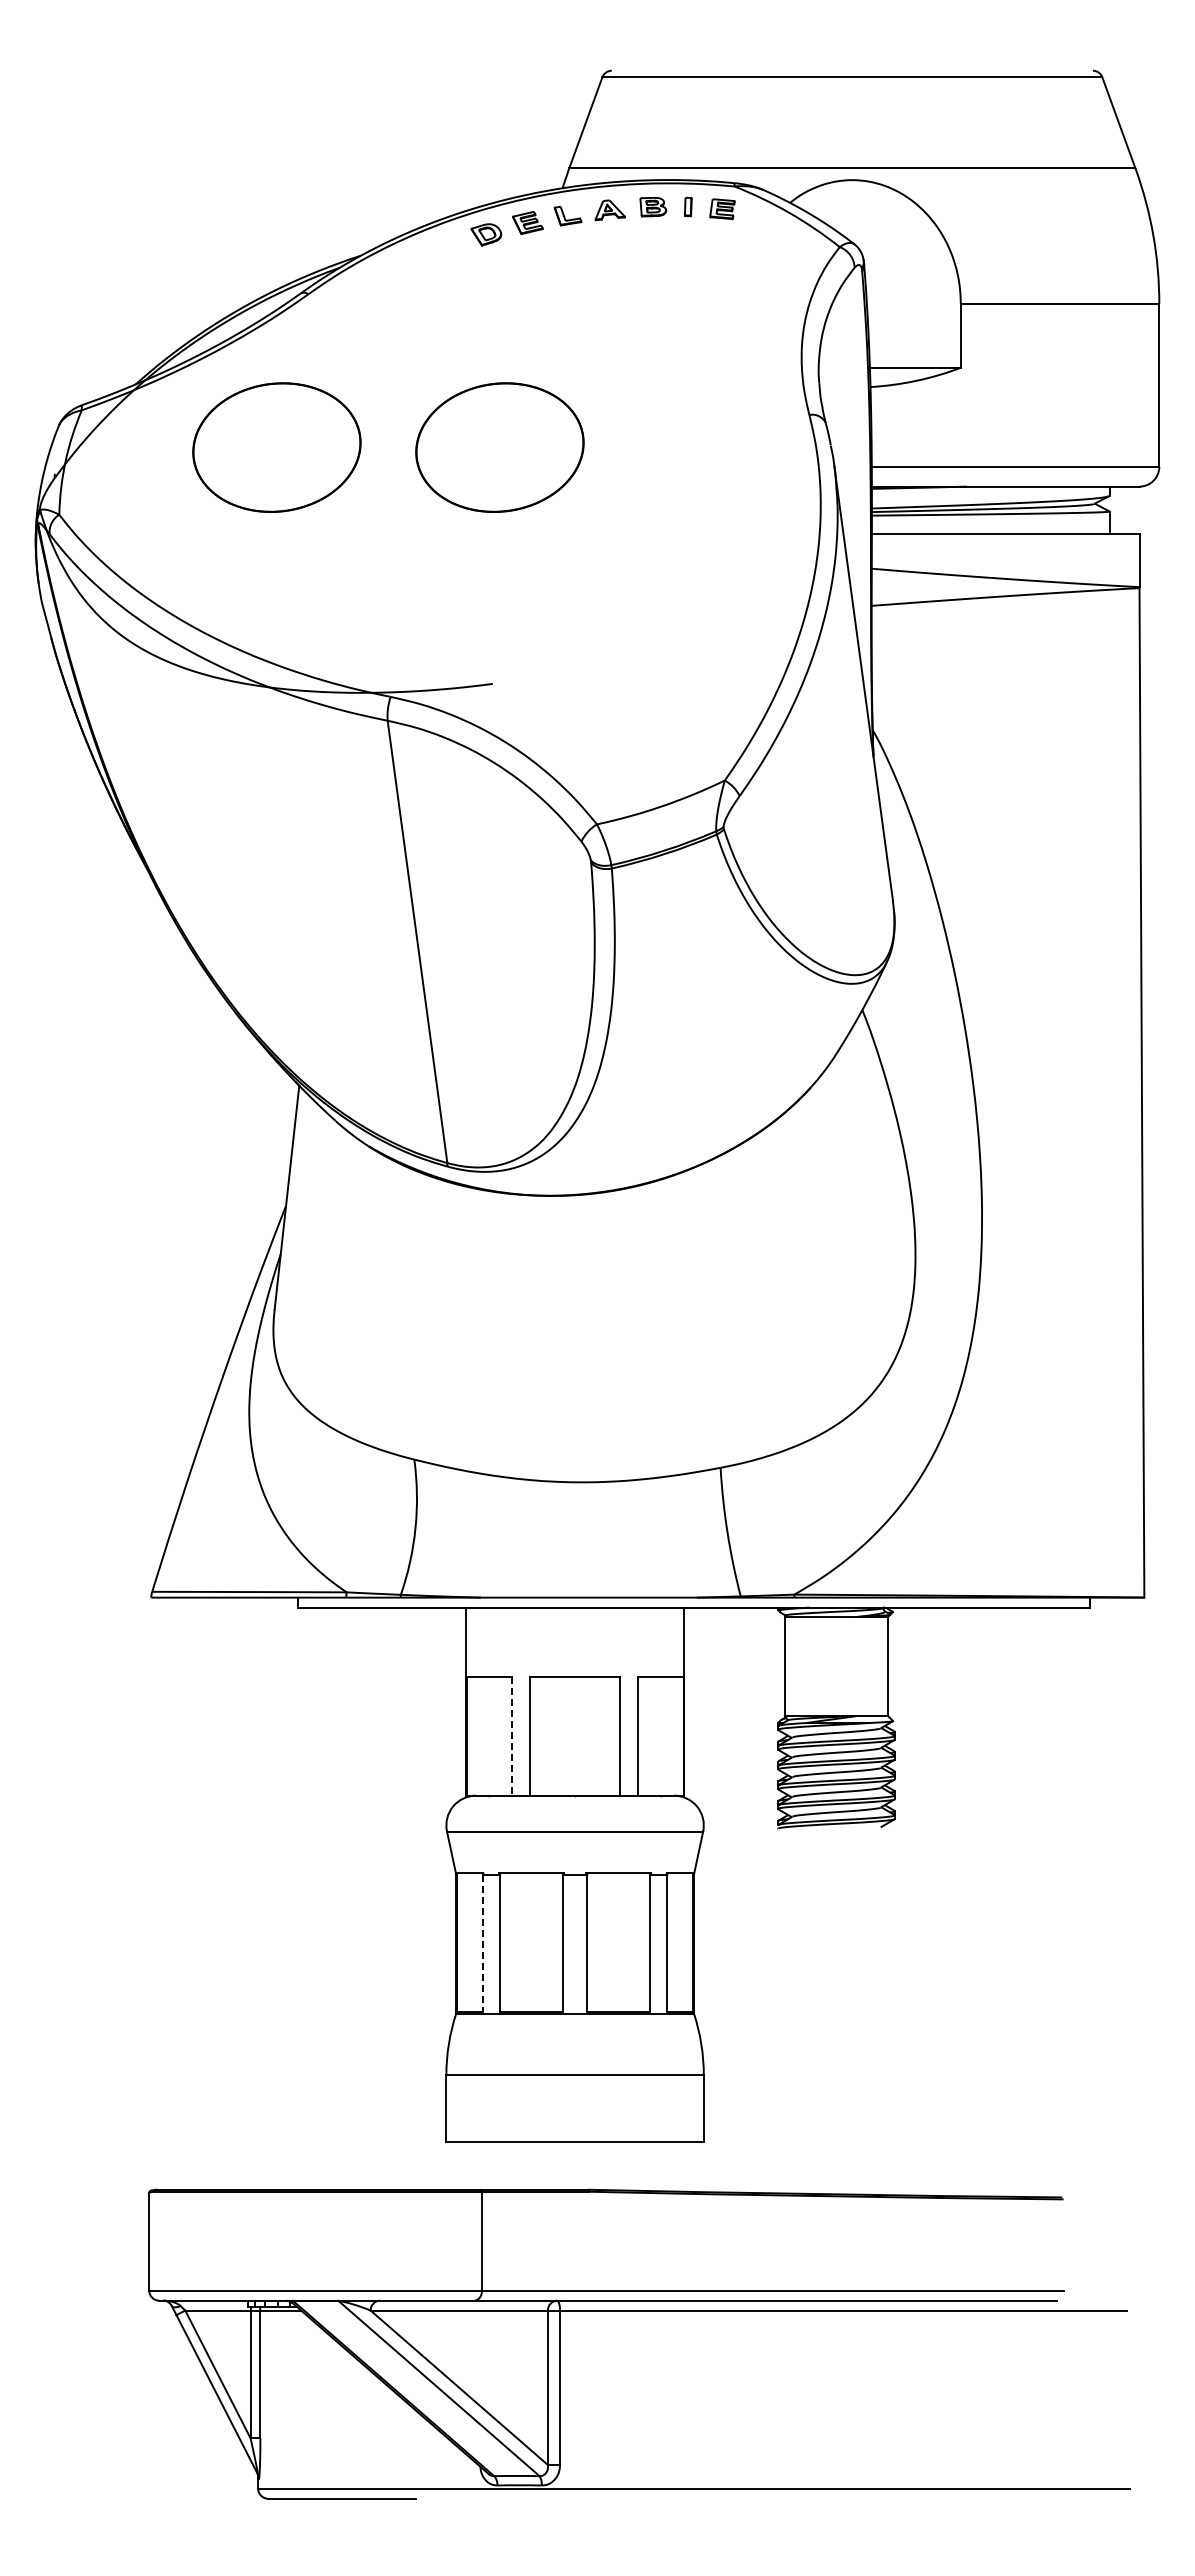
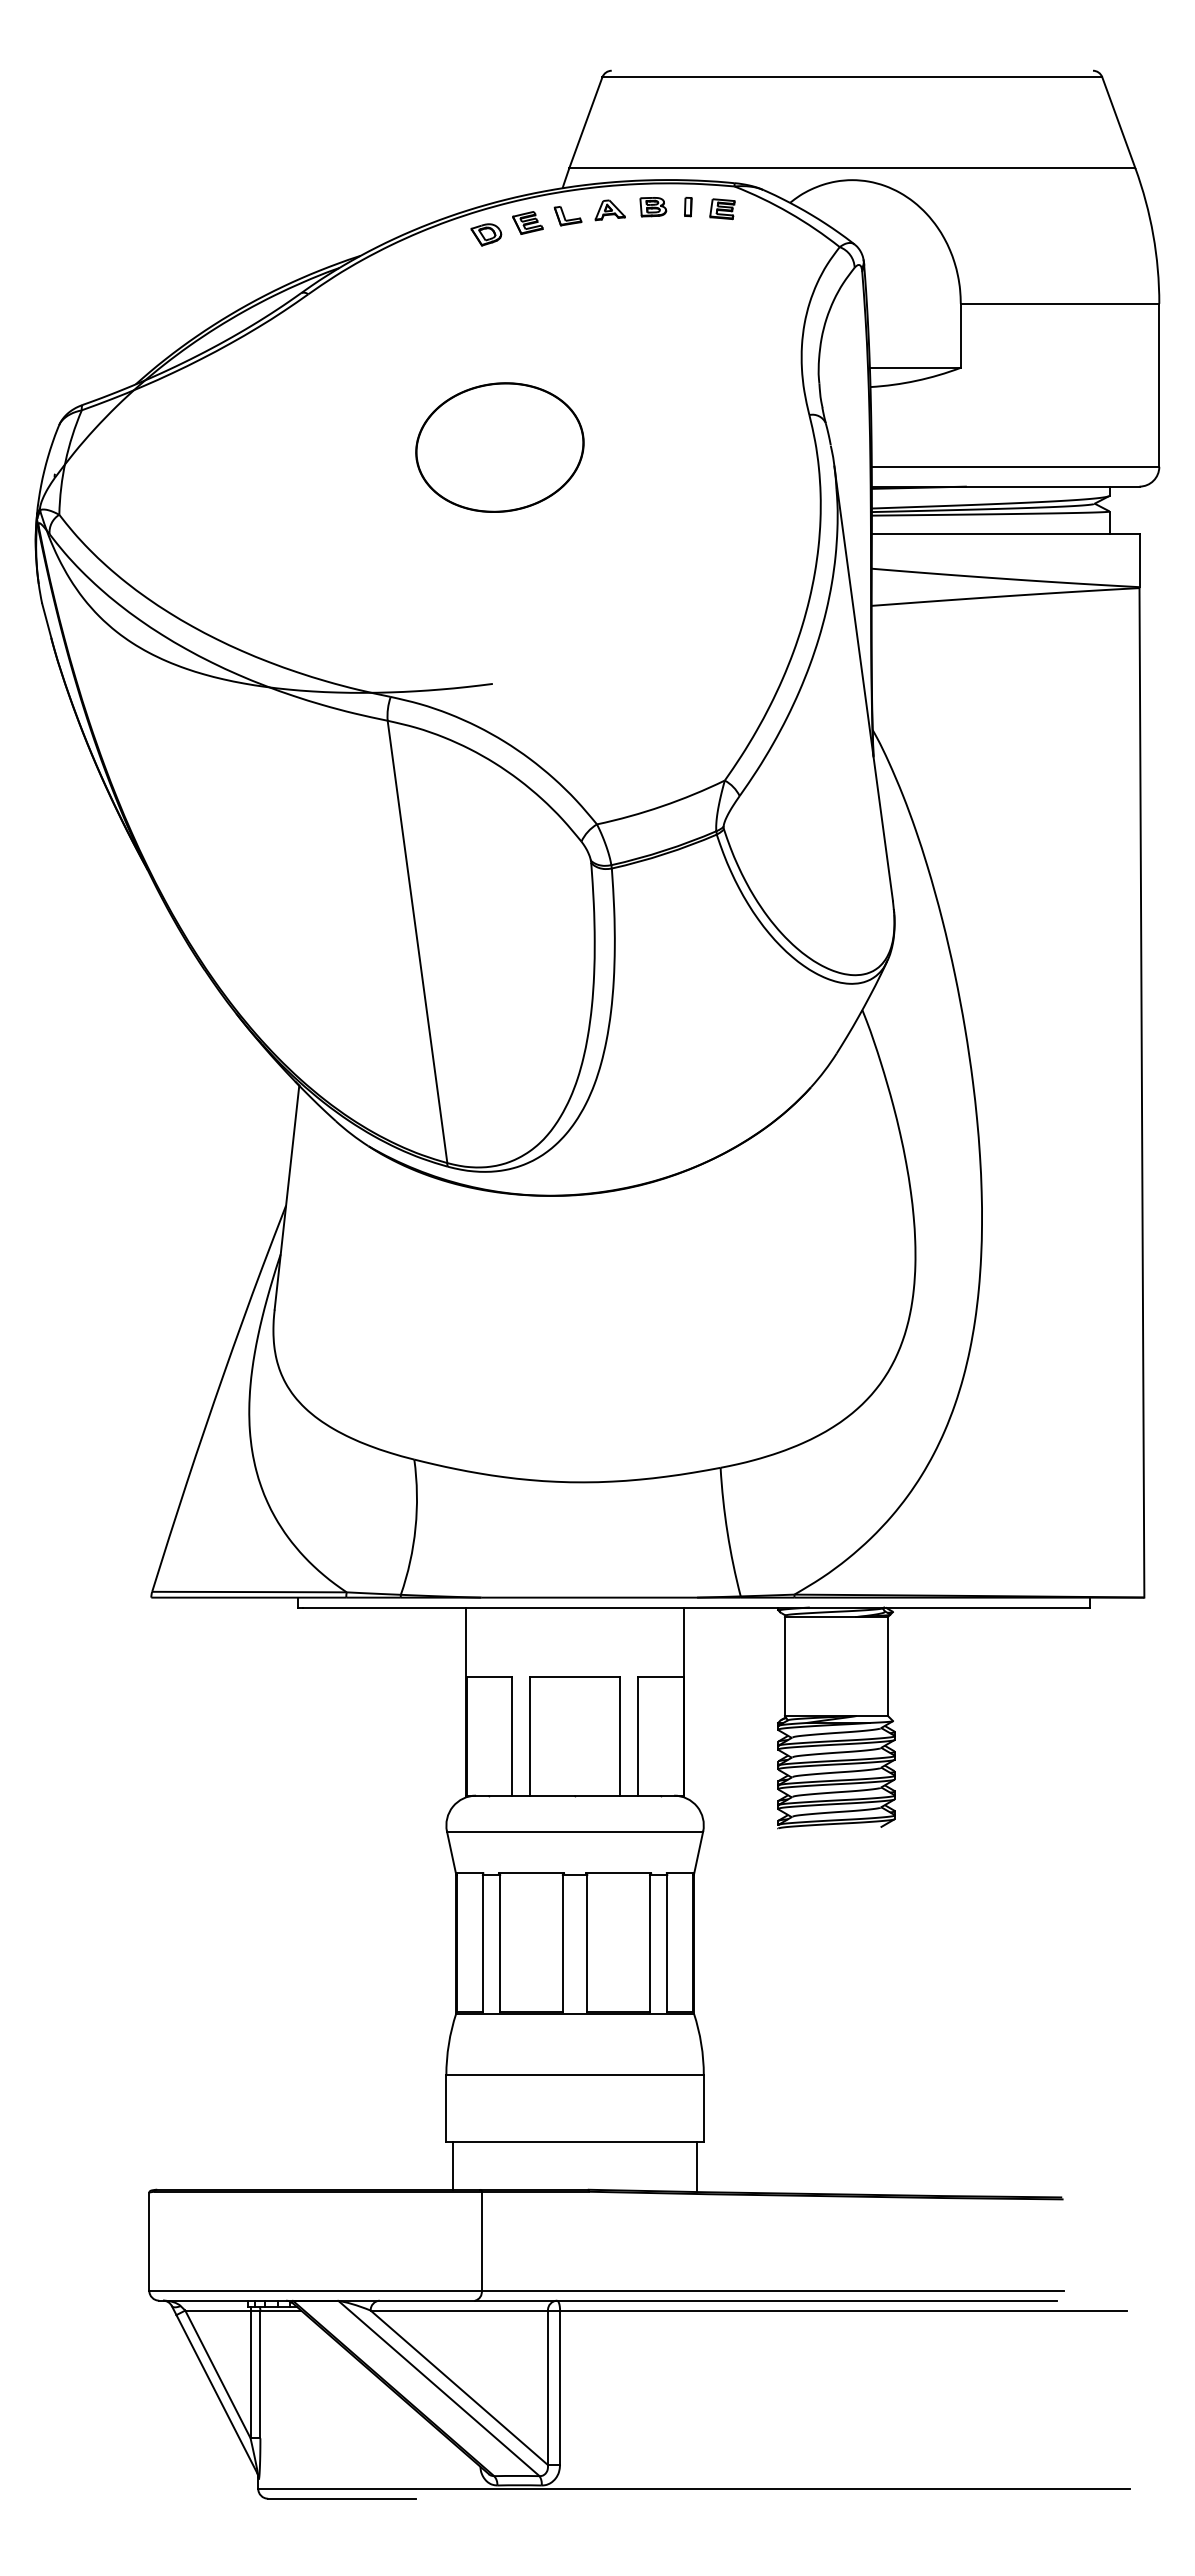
part at (276, 447): present -> none
line at (512, 1736): dashed -> solid
line at (482, 1943): dashed -> solid
line at (453, 2165): none -> present
line at (696, 2167): none -> present
